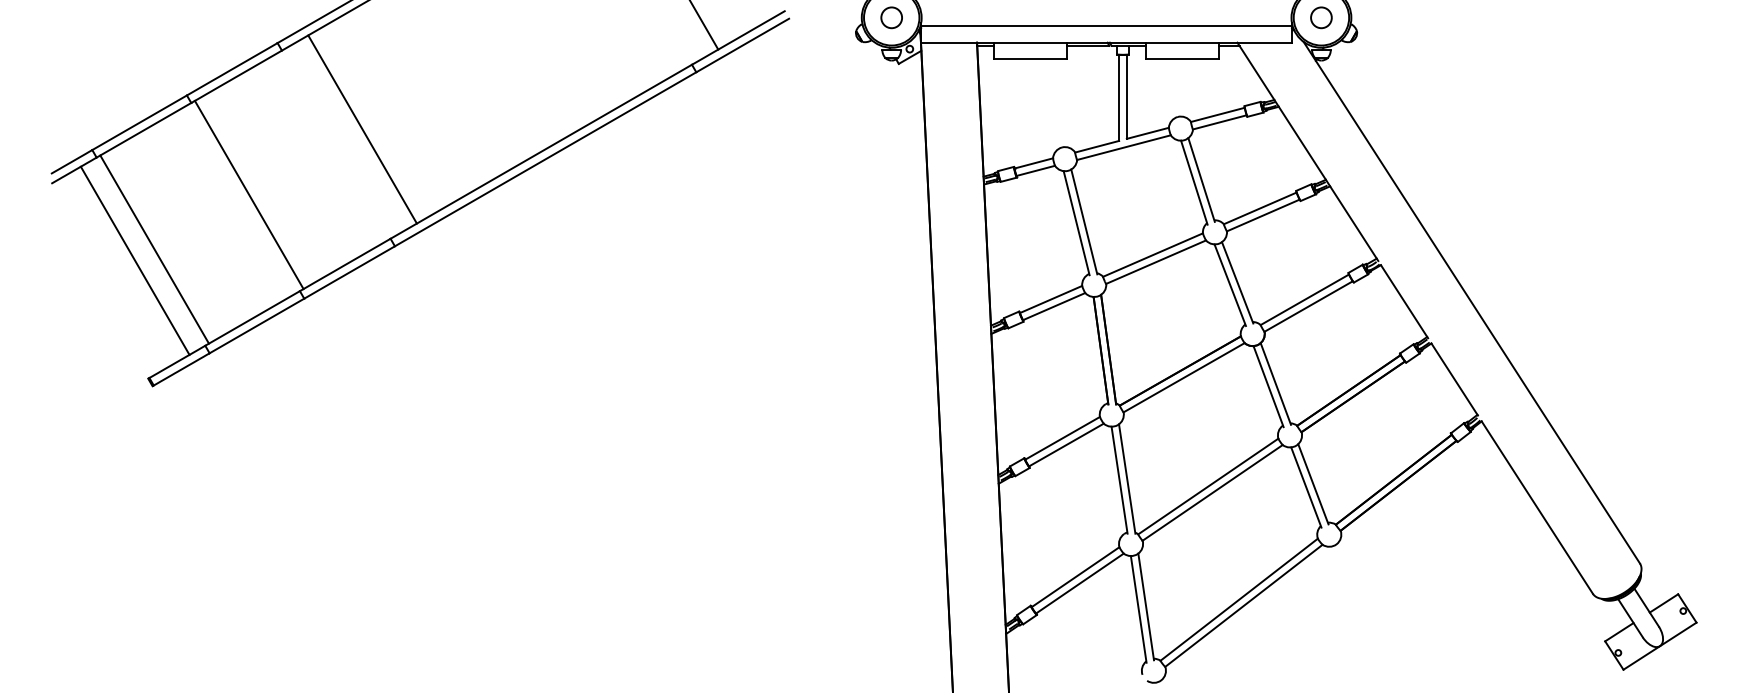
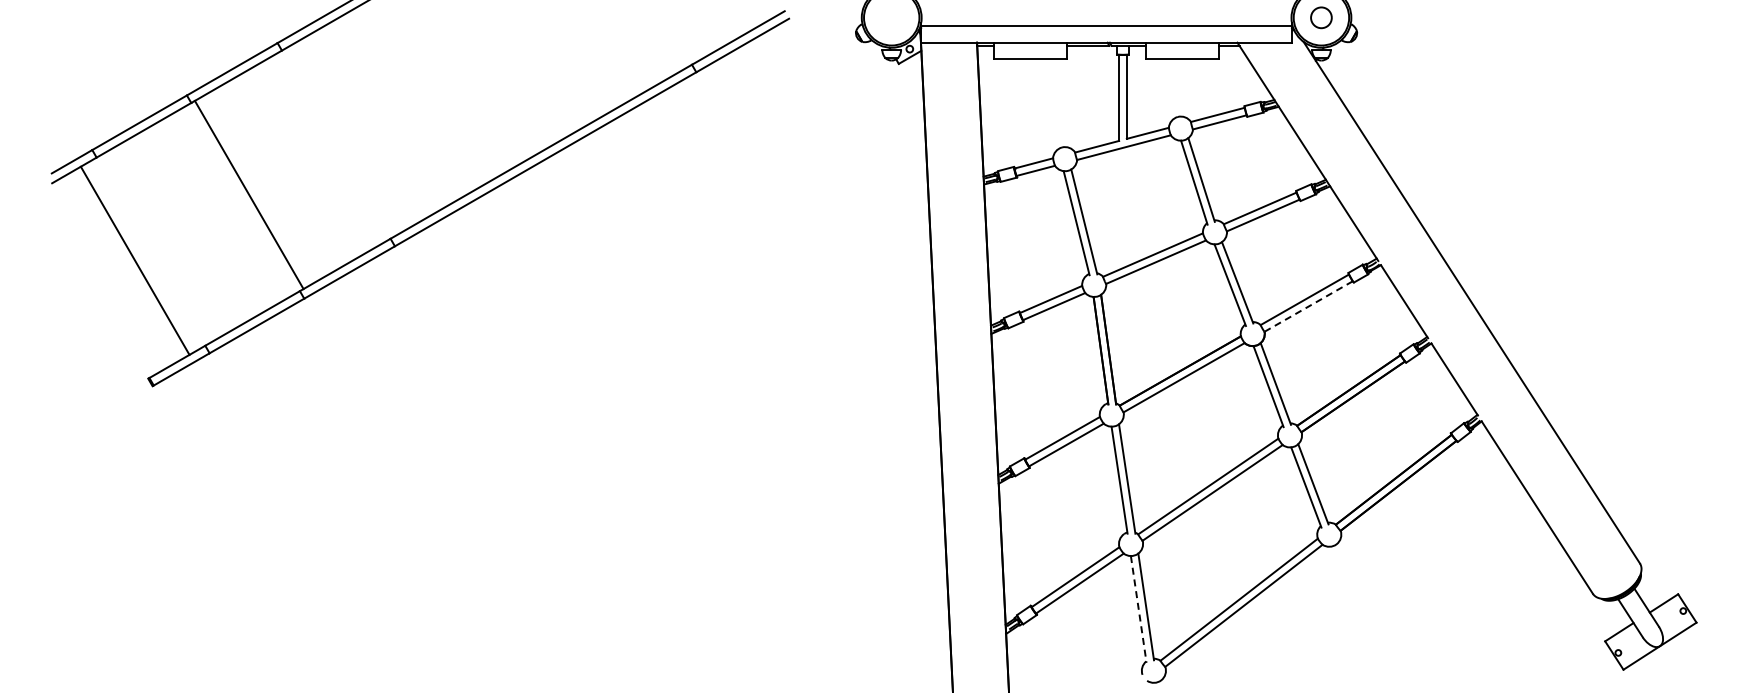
circle at (891, 17): present -> none
line at (704, 25): present -> none
line at (362, 129): present -> none
line at (154, 249): present -> none
line at (1308, 306): solid -> dashed
line at (1138, 609): solid -> dashed
